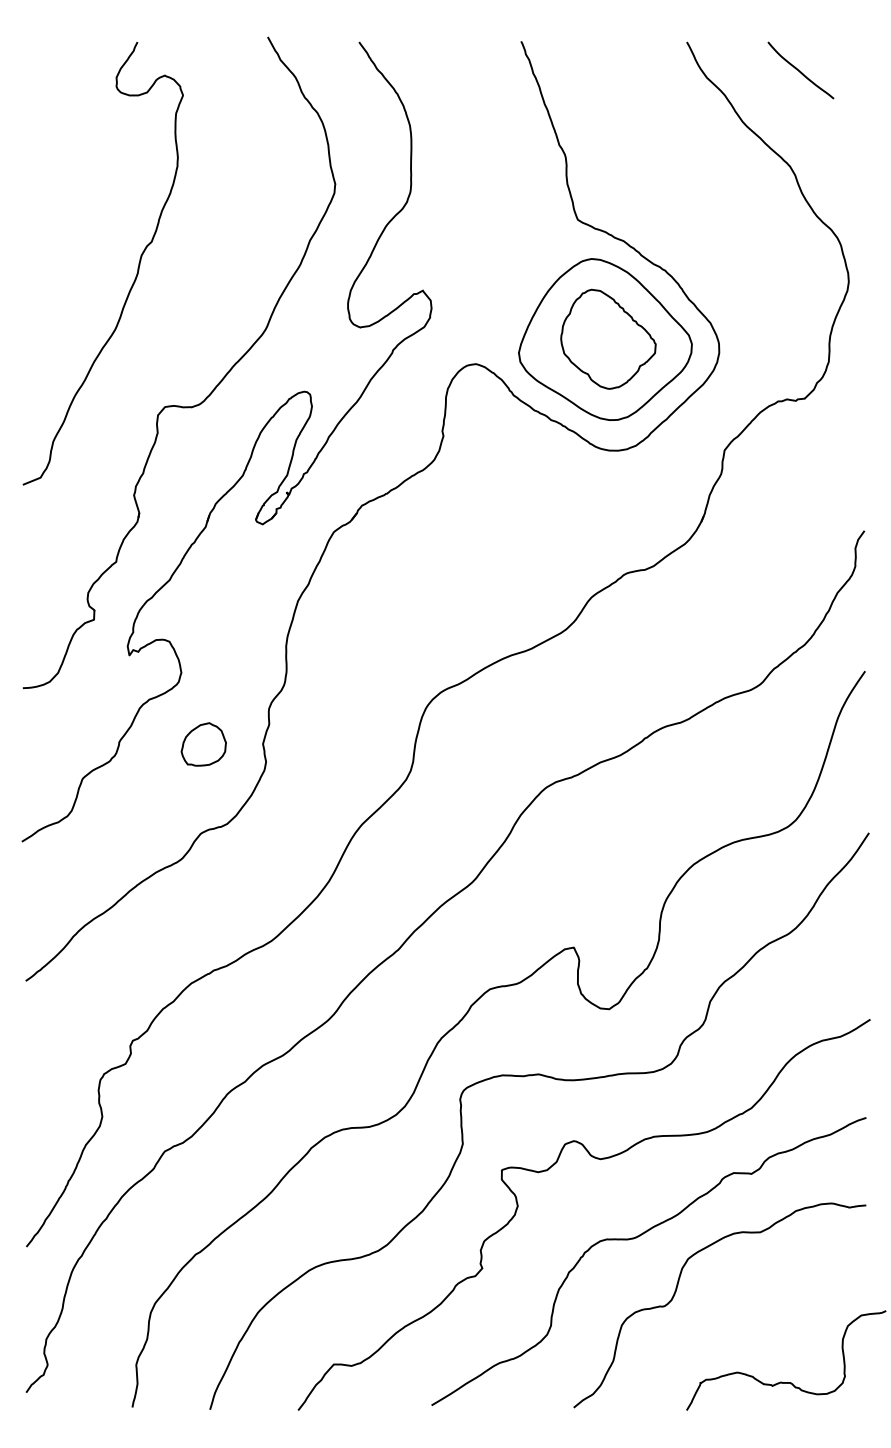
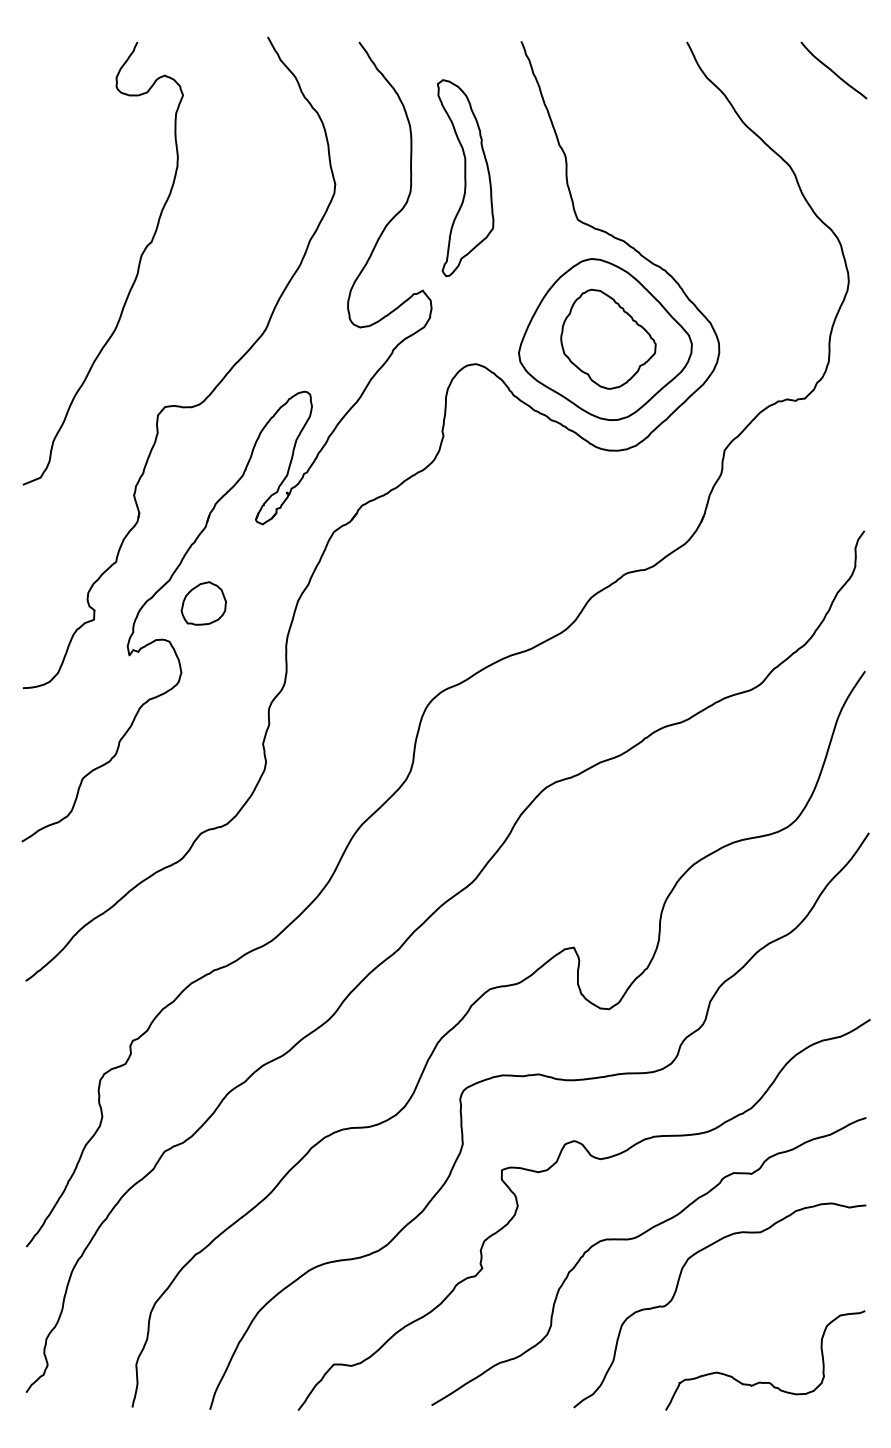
curve at (800, 70) position: (800, 70) -> (833, 70)
part at (465, 178): none -> present
part at (203, 744) position: (203, 744) -> (203, 603)
curve at (781, 1381) position: (781, 1381) -> (760, 1381)
